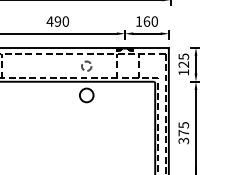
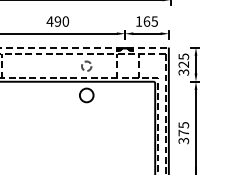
text at (154, 21): 160 -> 165
line at (84, 47): solid -> dashed
text at (183, 72): 125 -> 325
